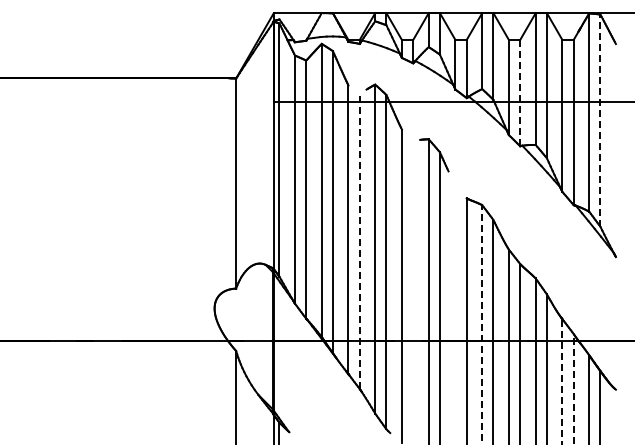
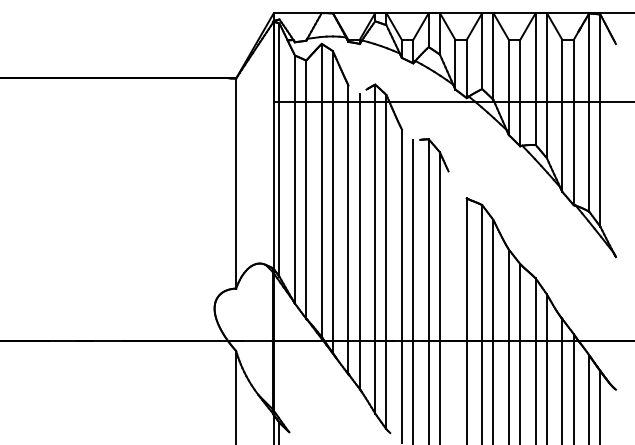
line at (520, 92): dashed -> solid
line at (600, 120): dashed -> solid
line at (359, 241): dashed -> solid
line at (413, 290): none -> present
line at (482, 324): dashed -> solid
line at (562, 381): dashed -> solid
line at (573, 388): dashed -> solid
